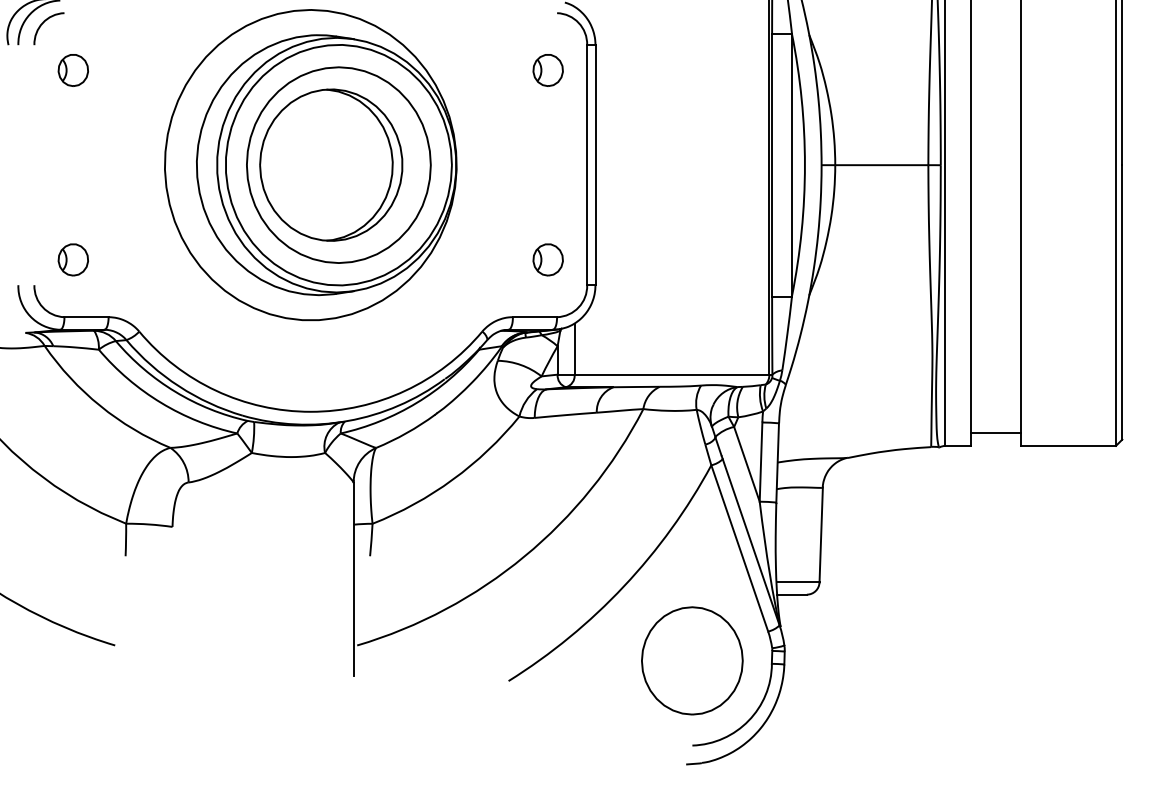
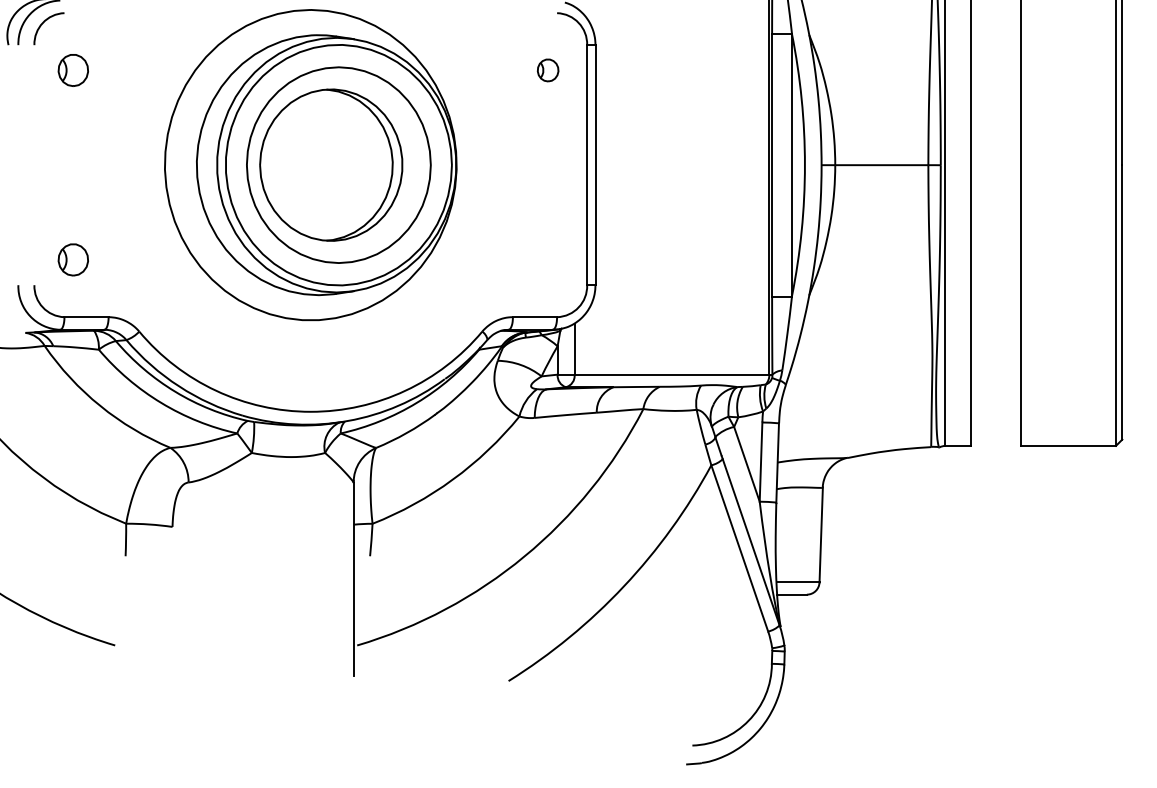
part at (547, 70) size: 32x33 px -> 24x25 px
part at (547, 259): present -> none
line at (995, 433): present -> none
part at (692, 660): present -> none
